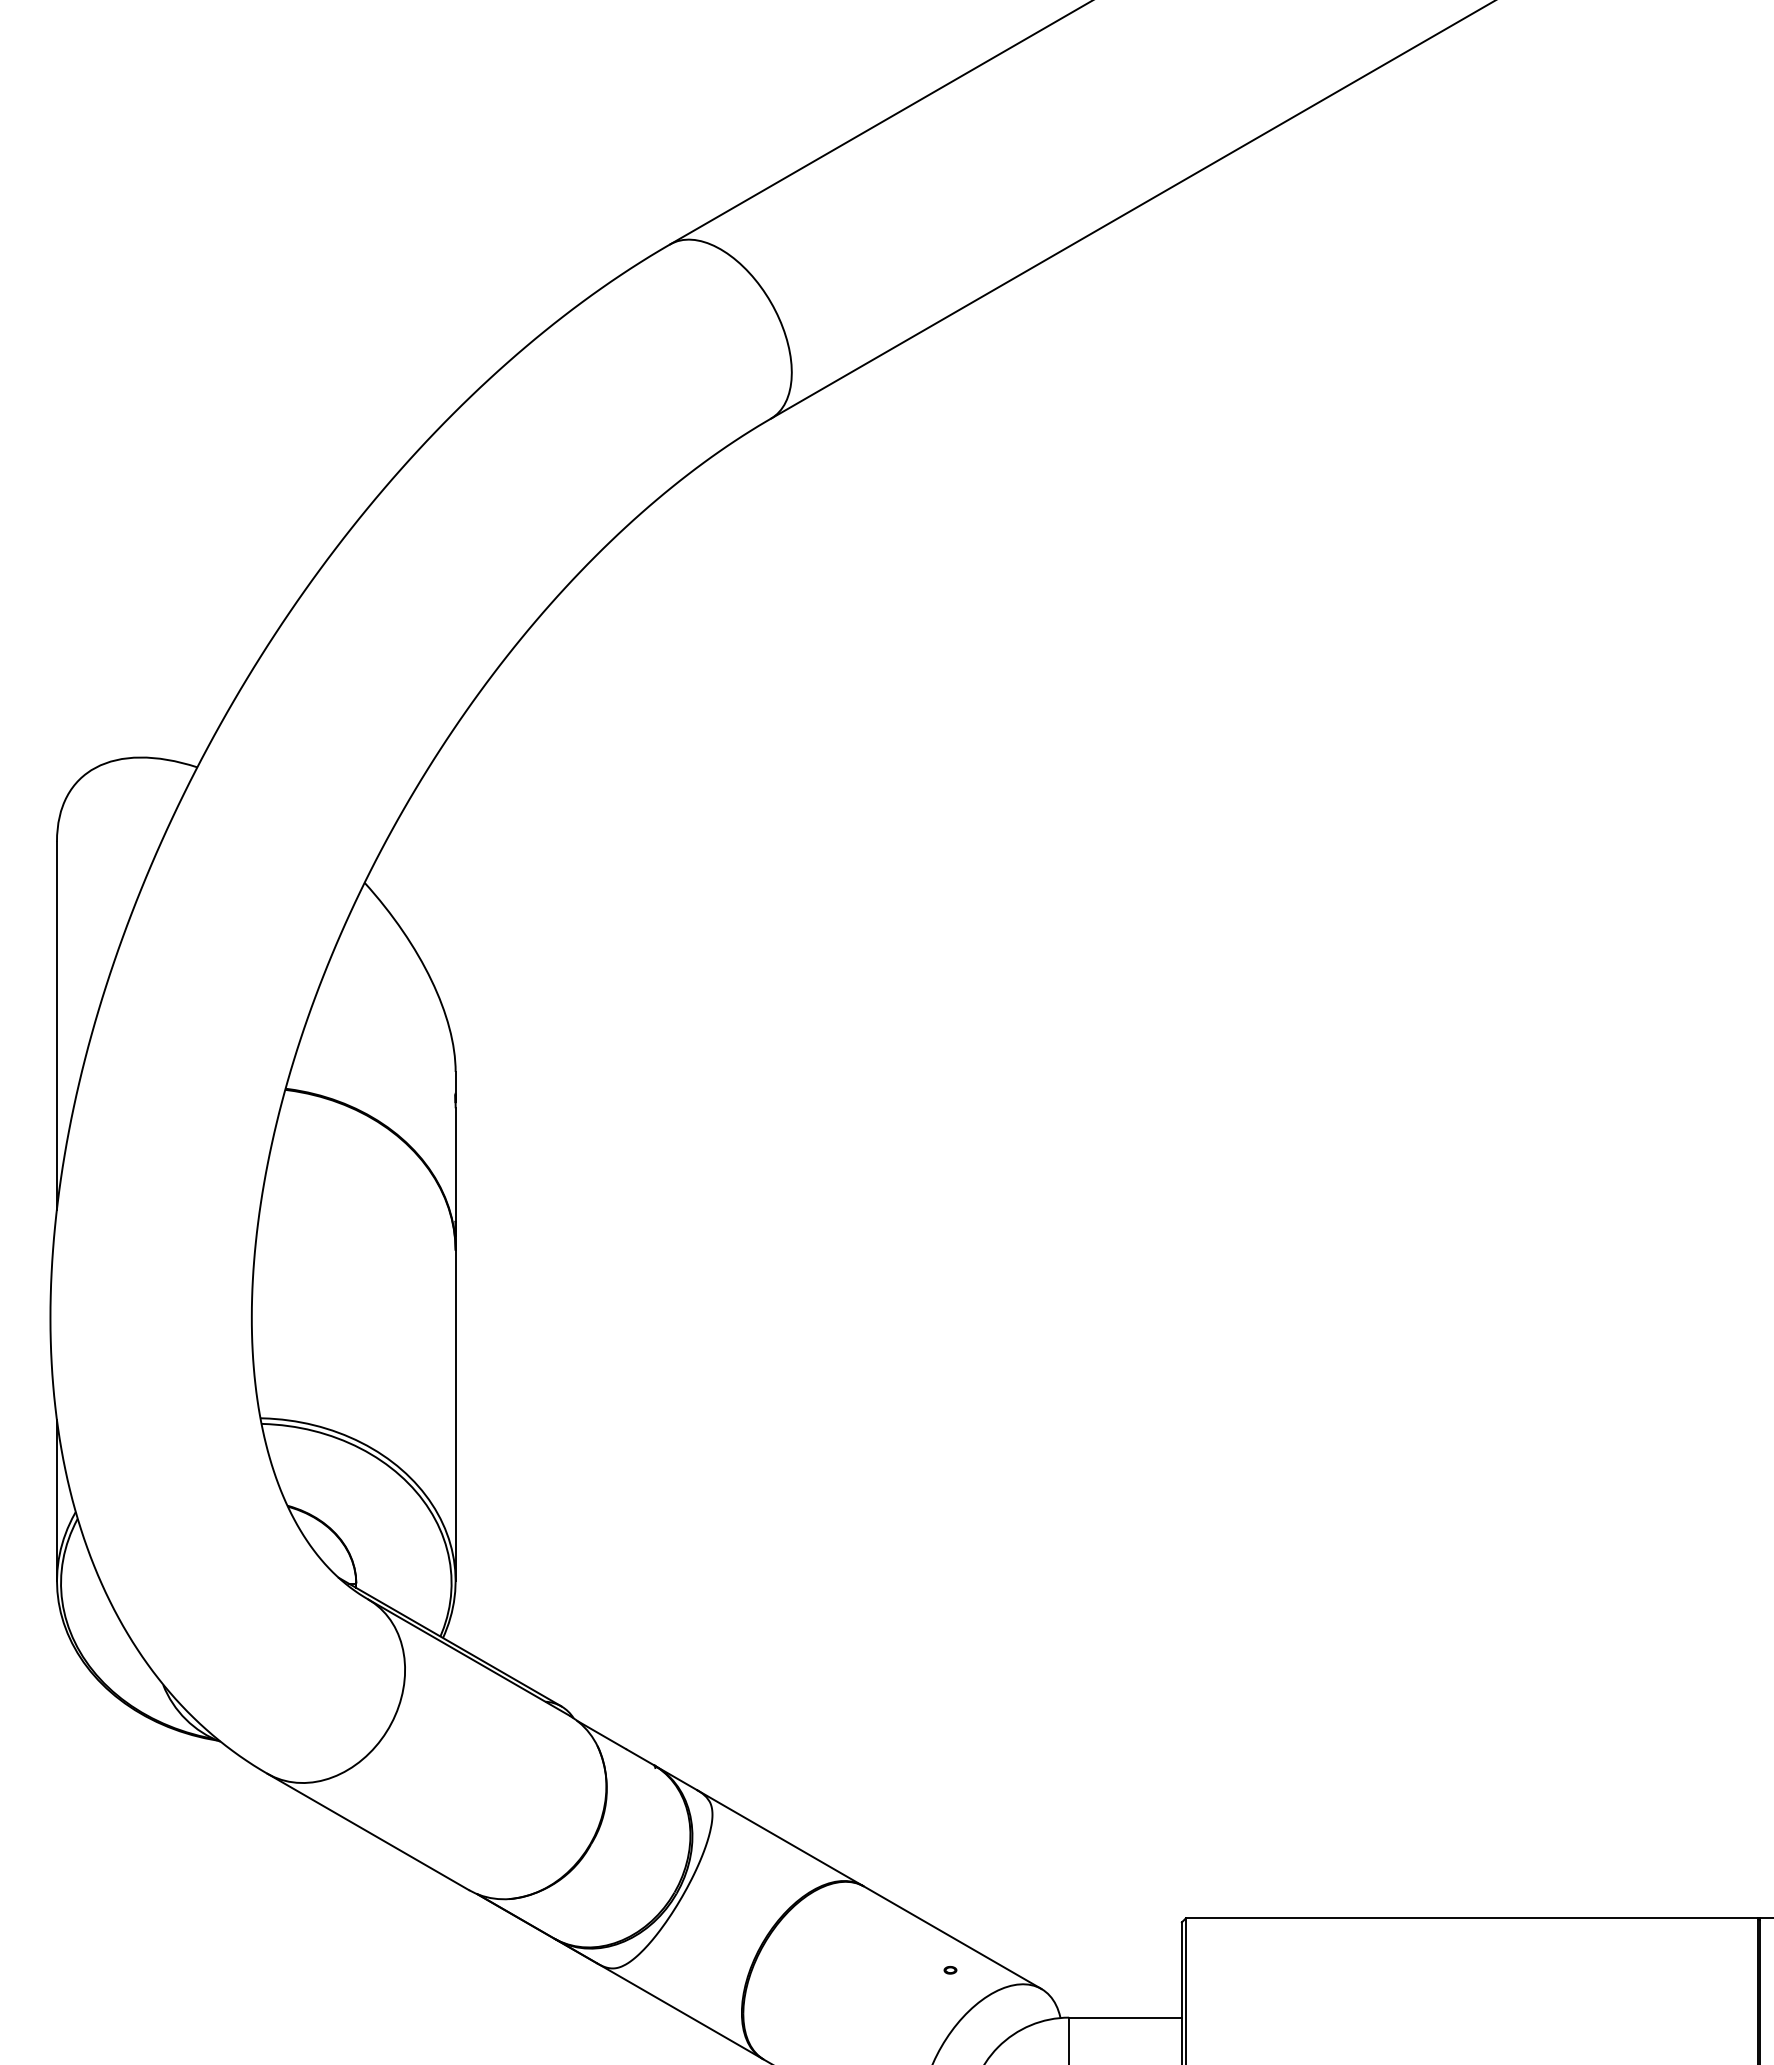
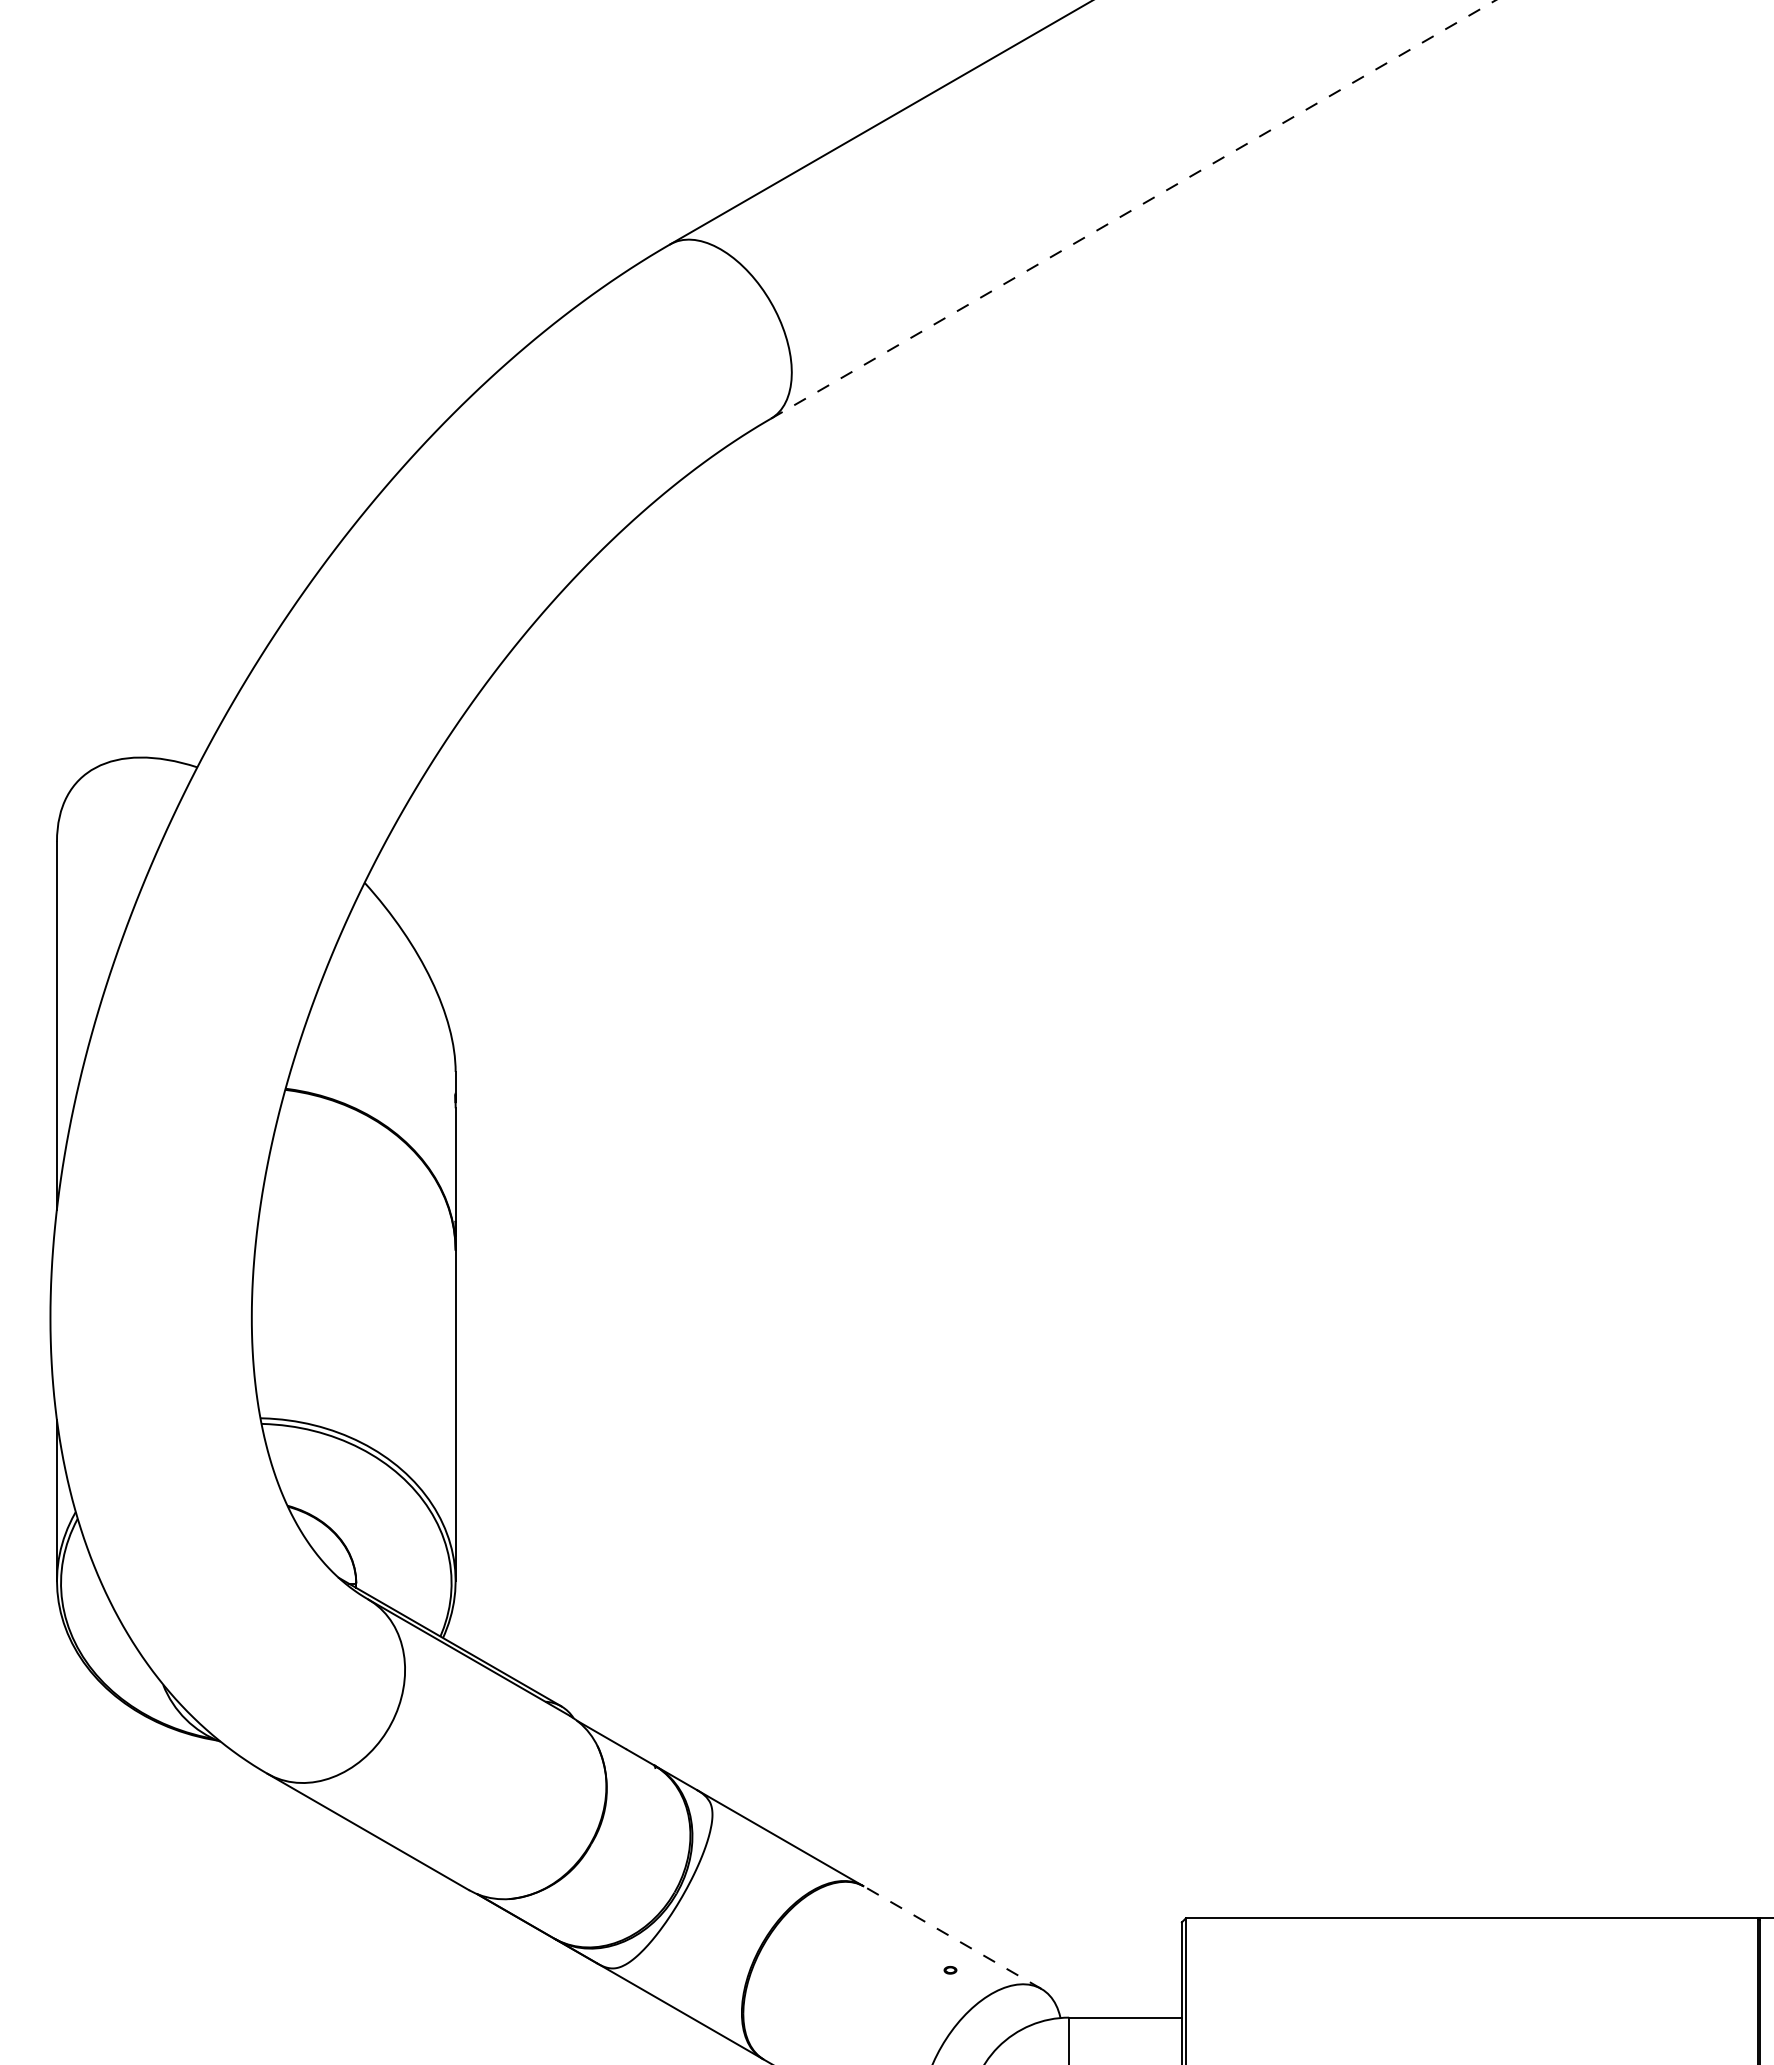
line at (1133, 209): solid -> dashed
line at (952, 1937): solid -> dashed
